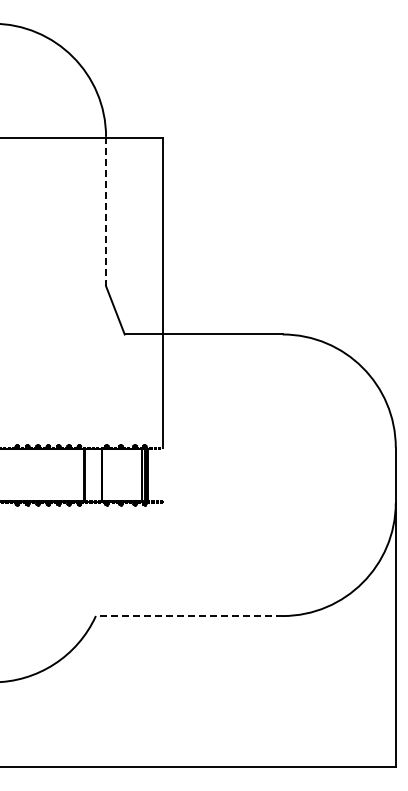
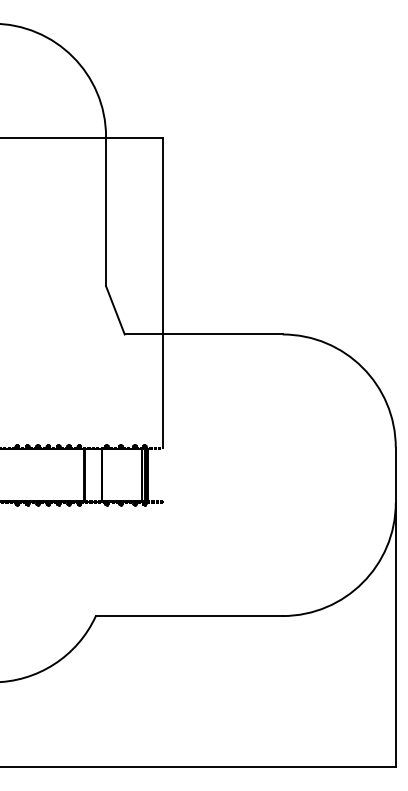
line at (106, 211): dashed -> solid
line at (188, 616): dashed -> solid
